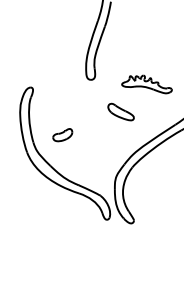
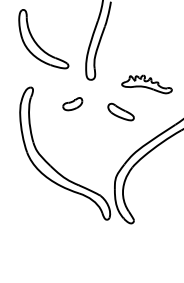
part at (38, 44): none -> present
part at (62, 135) position: (62, 135) -> (72, 104)
